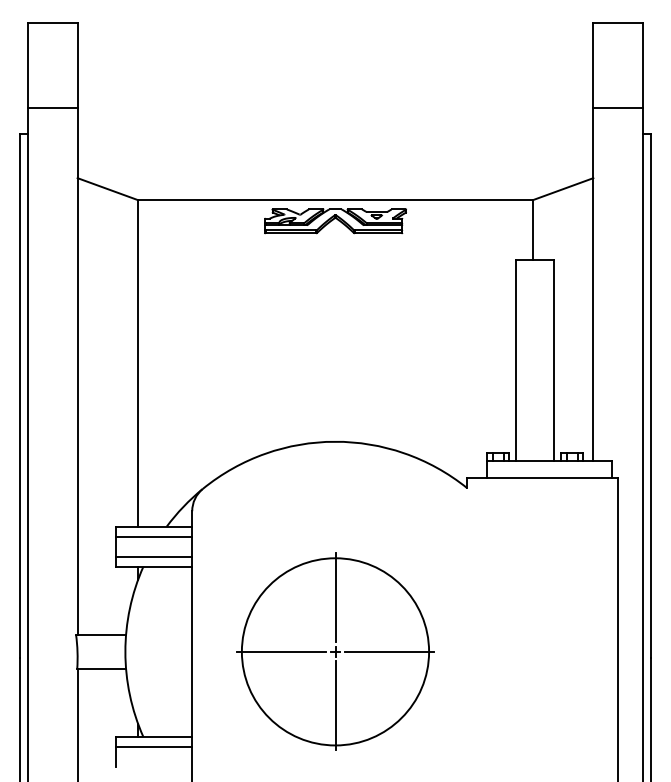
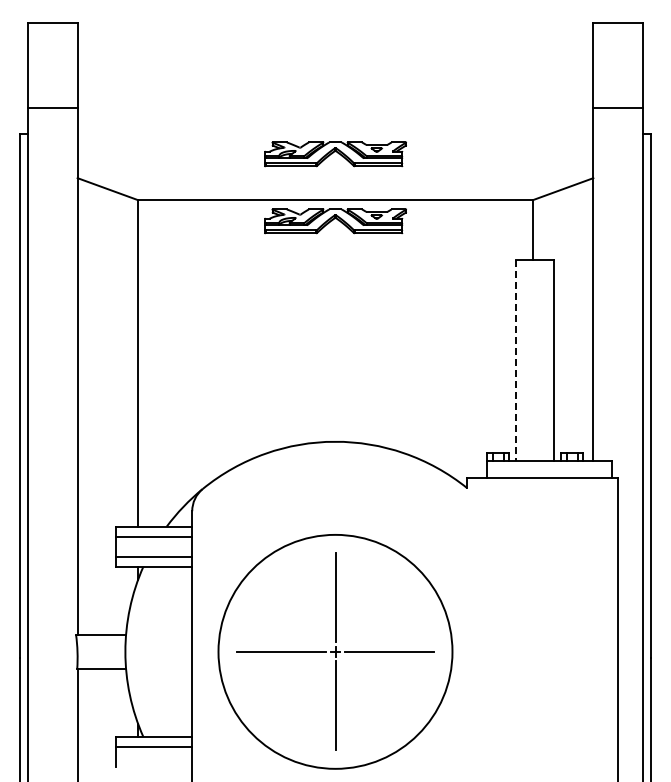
part at (335, 154): none -> present
line at (515, 361): solid -> dashed
circle at (335, 651) diameter: 187 px -> 234 px
